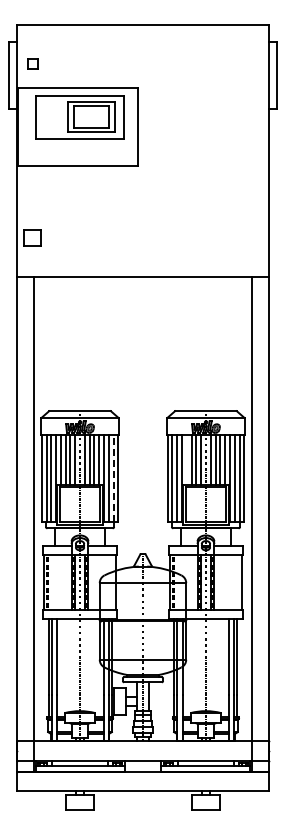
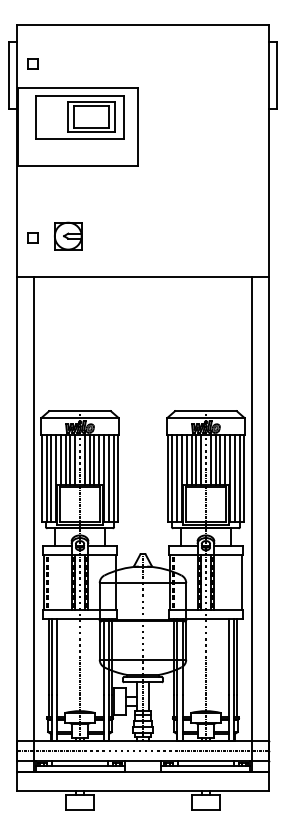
part at (68, 235): none -> present
part at (32, 237) size: 19x18 px -> 12x12 px
line at (186, 459): none -> present
line at (113, 478): dashed -> solid
line at (142, 751): none -> present
